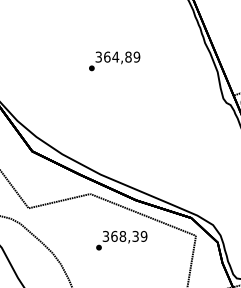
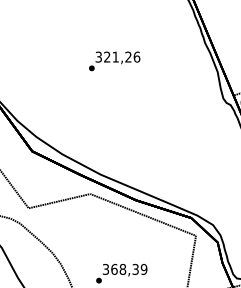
text at (122, 56): 364,89 -> 321,26
text at (121, 240) position: (121, 240) -> (121, 273)
